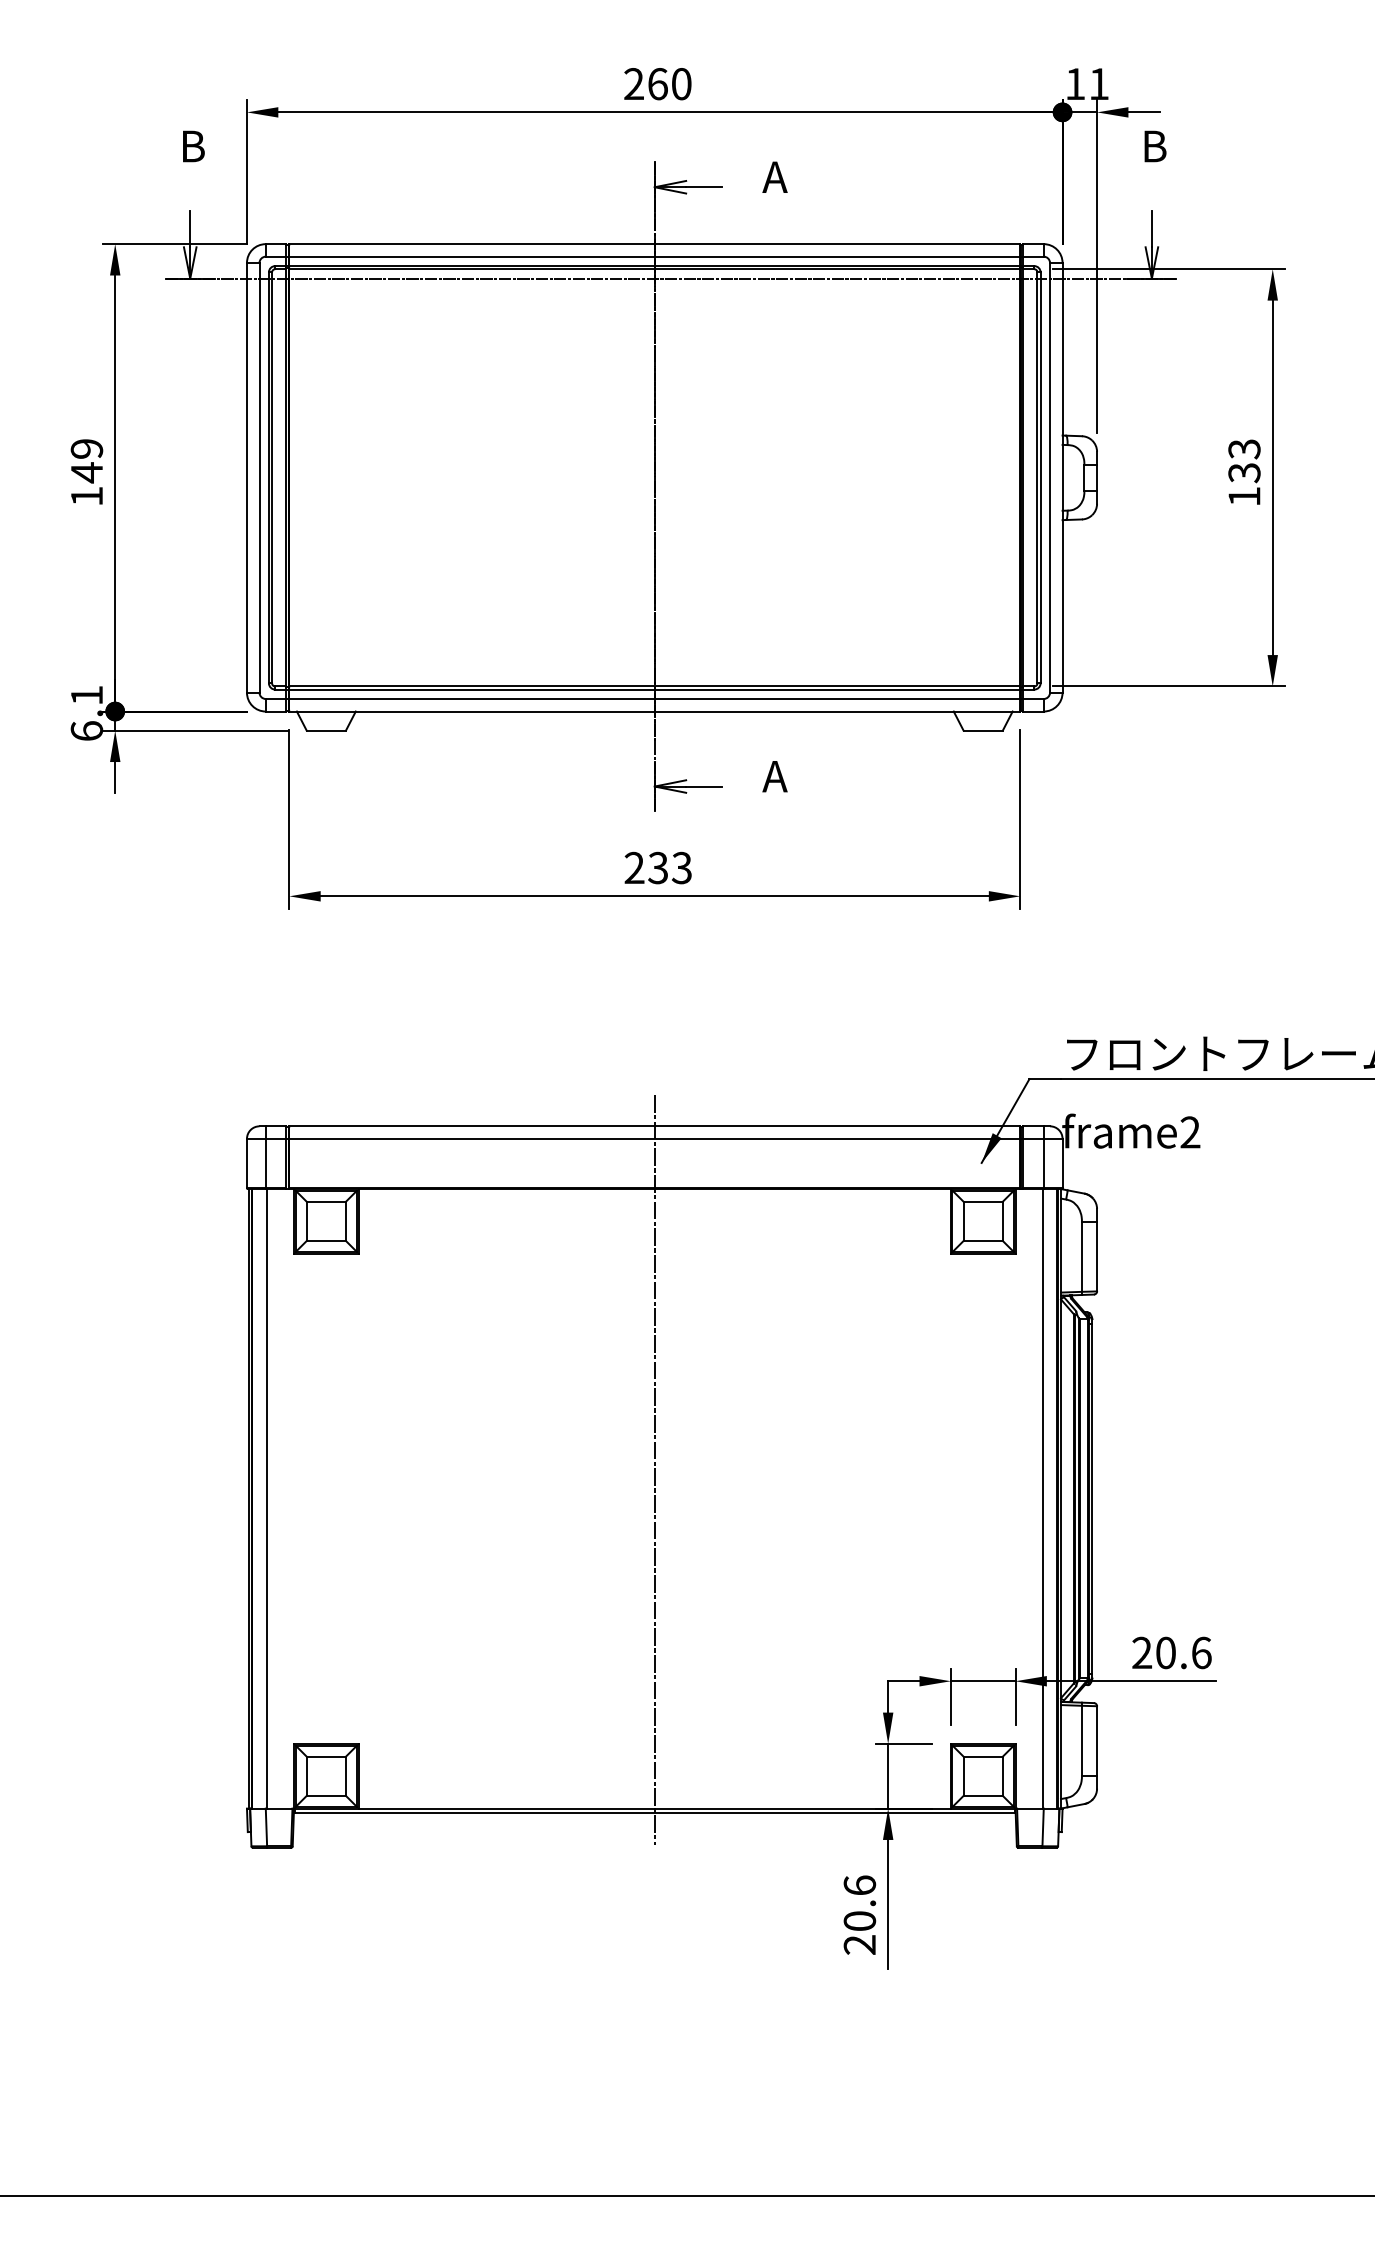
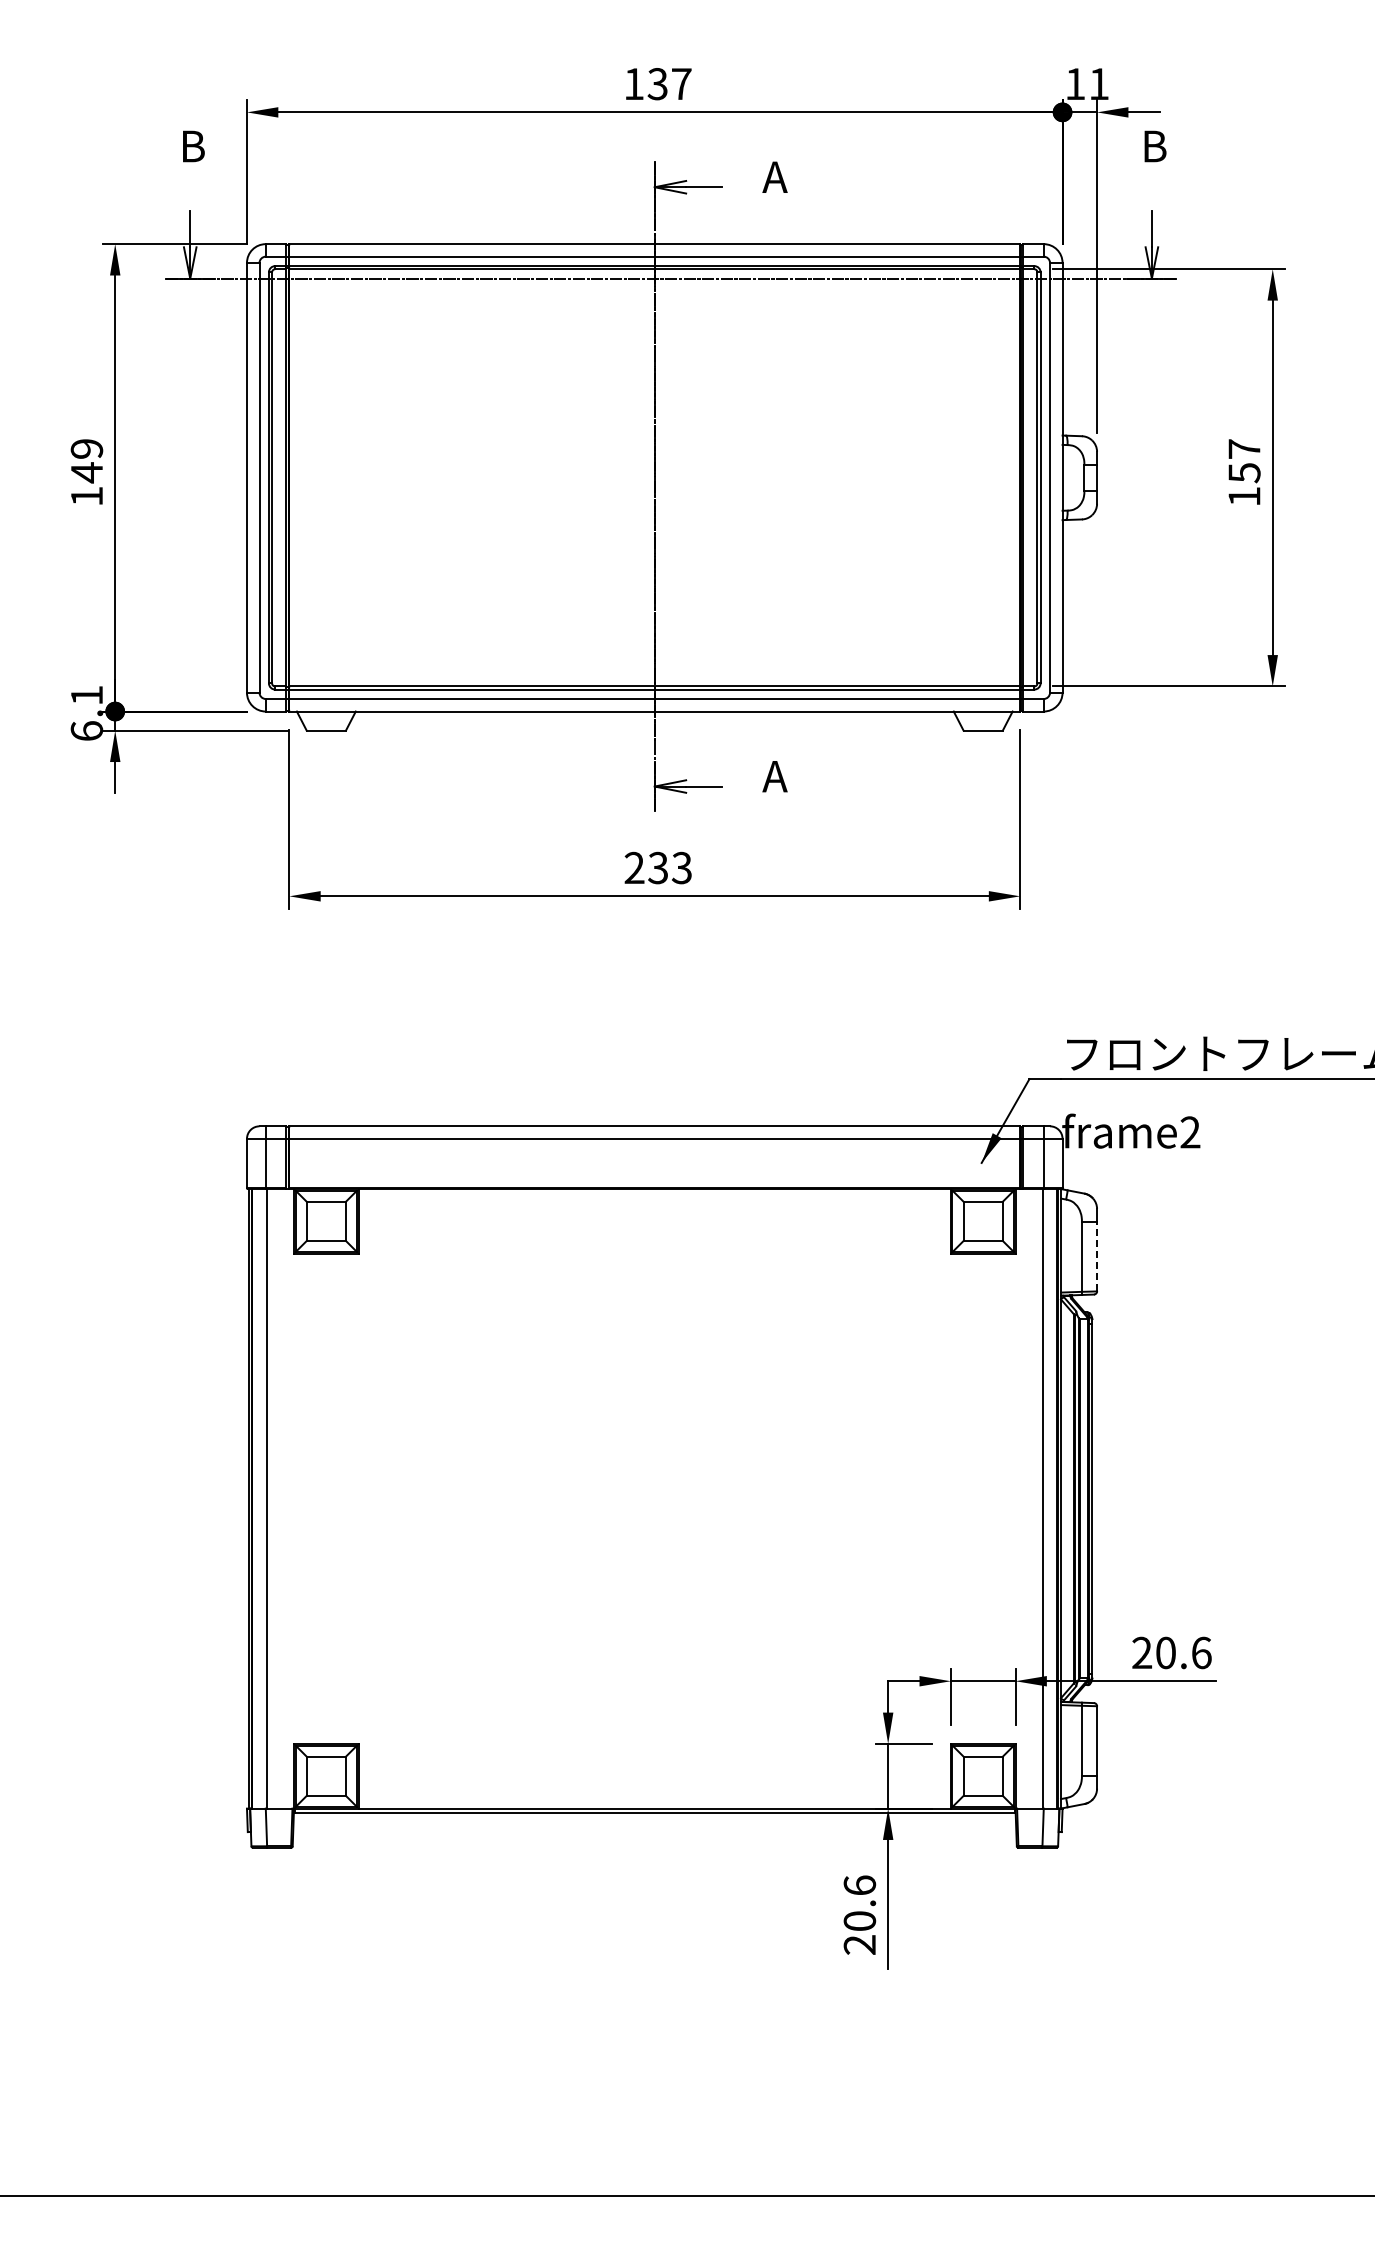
text at (657, 84): 260 -> 137
text at (1244, 460): 133 -> 157
line at (1097, 1256): solid -> dashed
line at (654, 1469): present -> none
